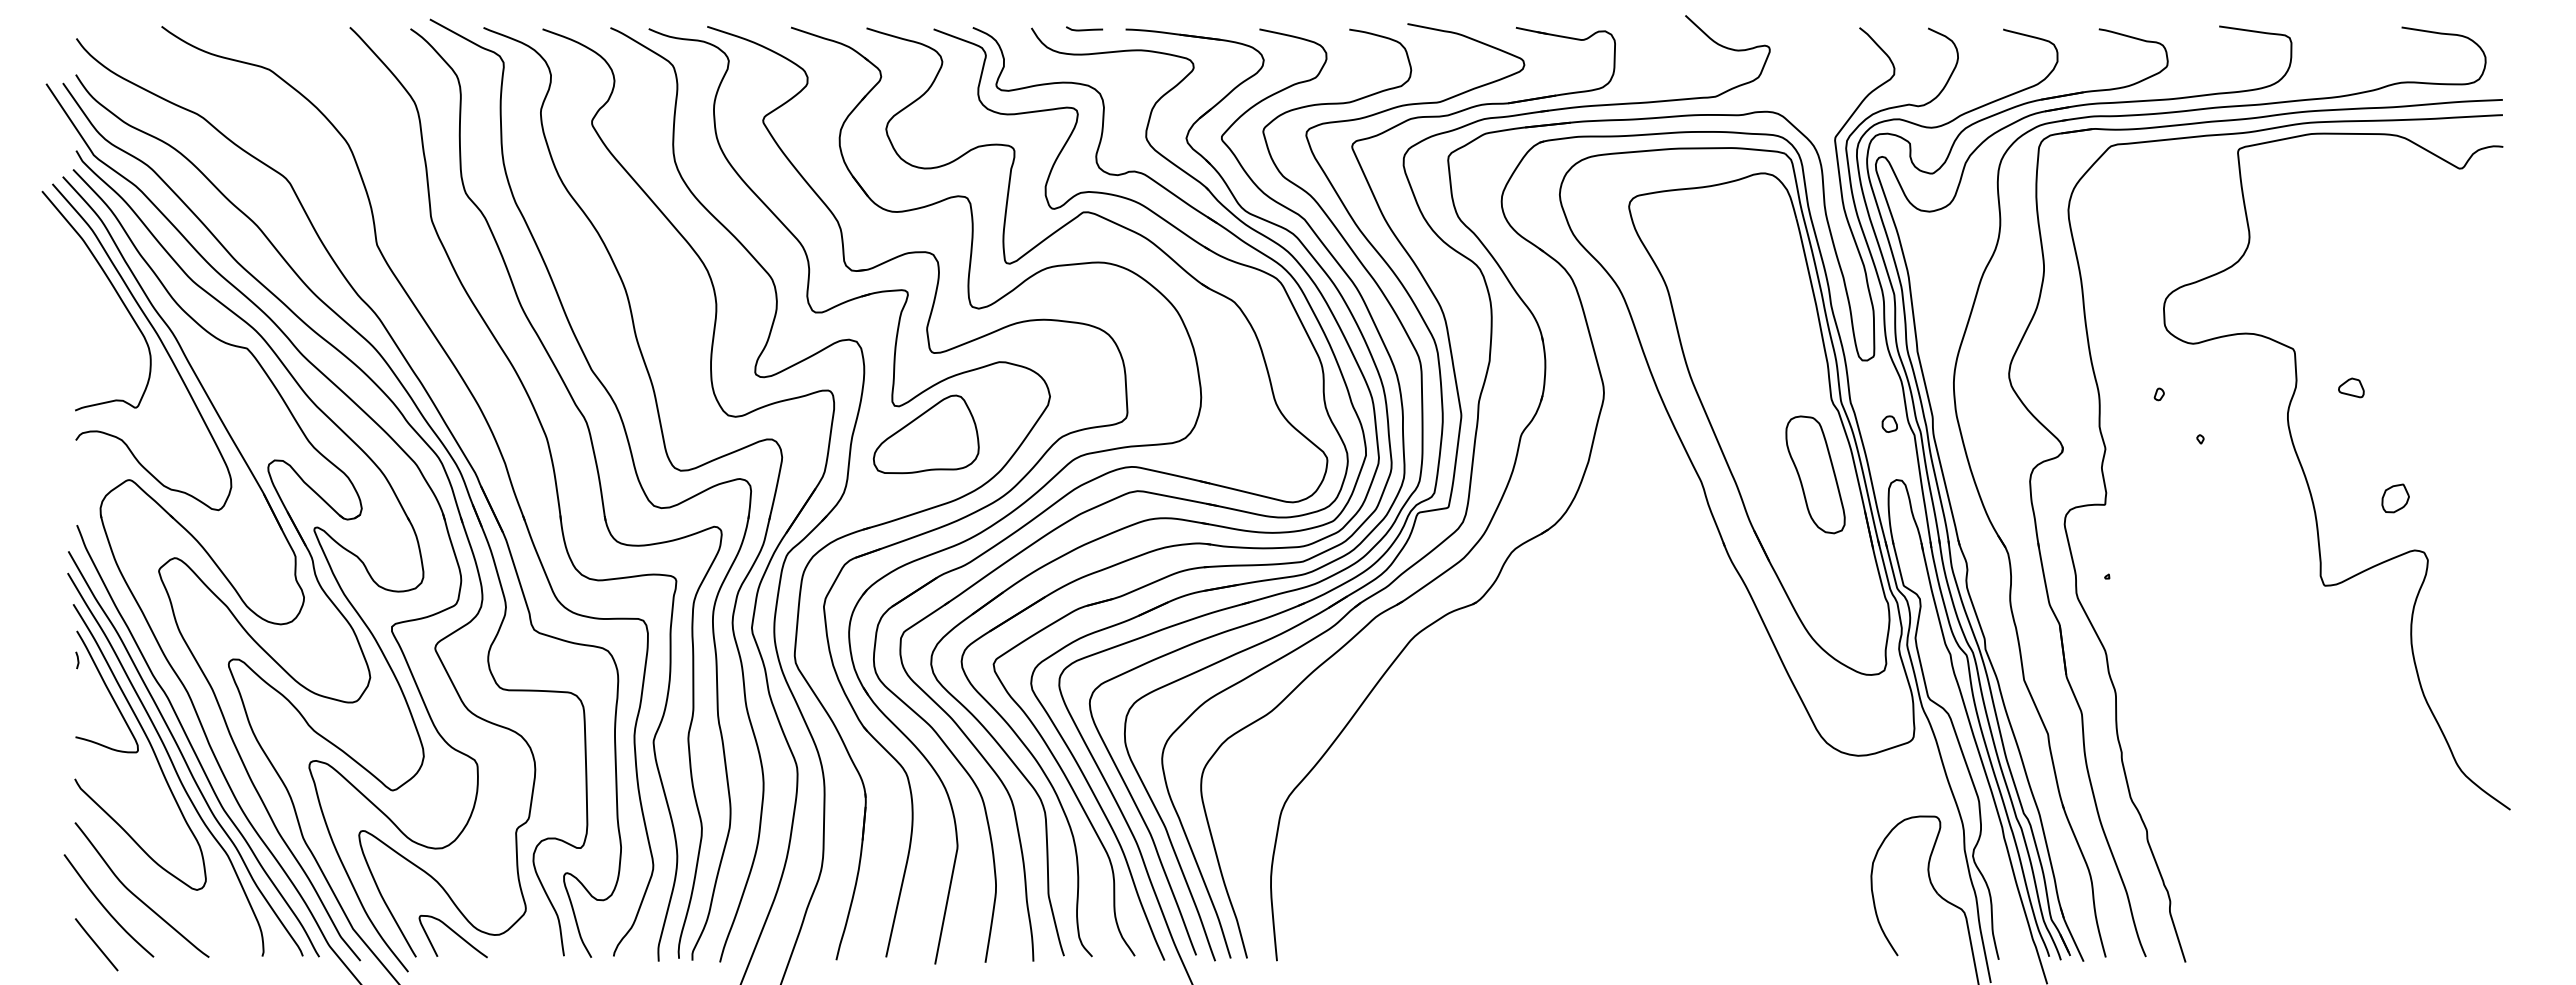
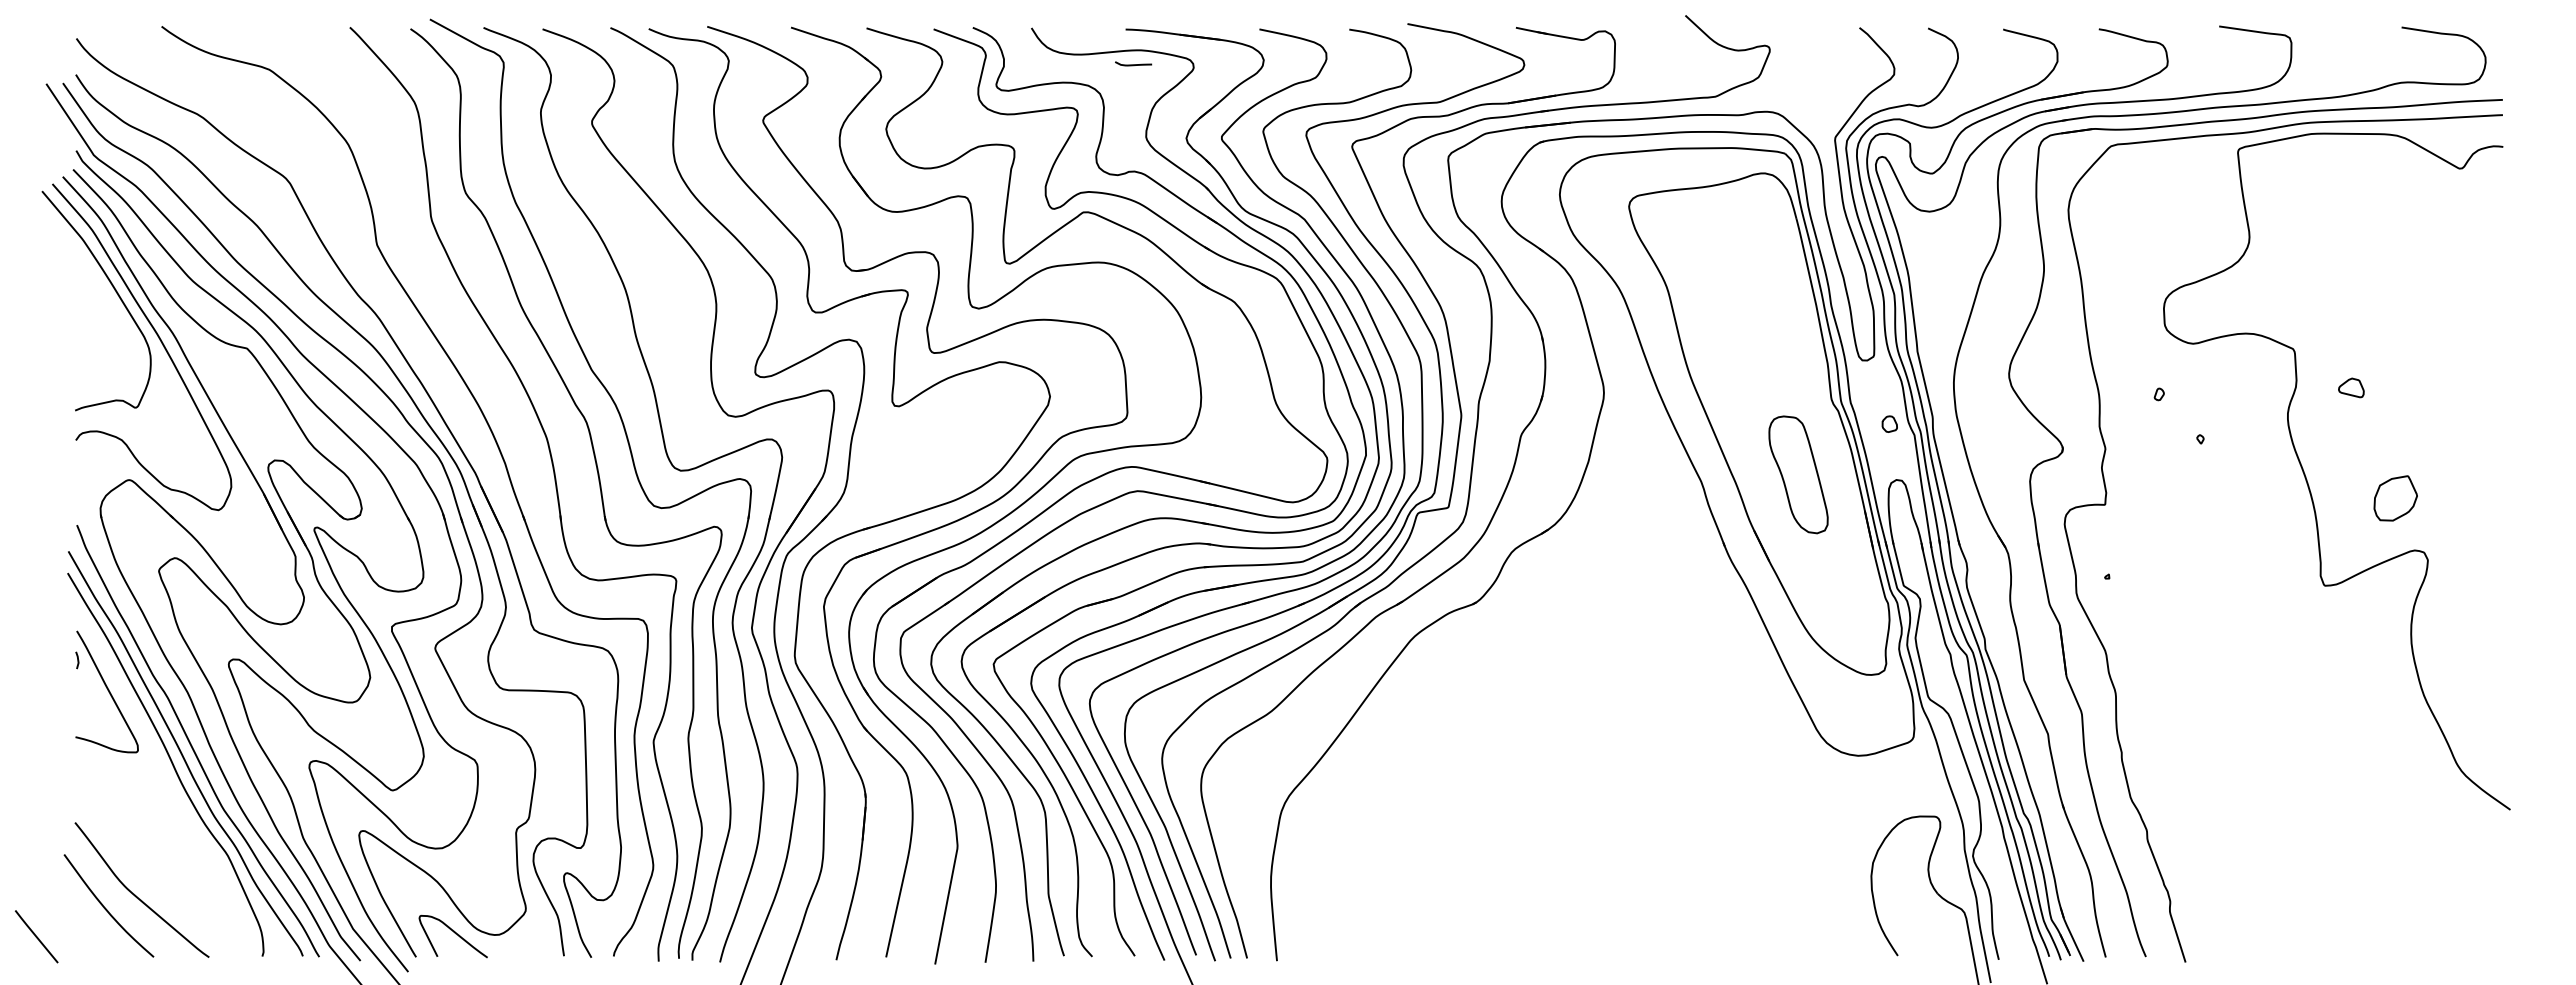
curve at (1084, 29) position: (1084, 29) -> (1133, 64)
part at (926, 434): present -> none
part at (1815, 474) position: (1815, 474) -> (1798, 474)
part at (2395, 498) size: 29x31 px -> 45x47 px
curve at (148, 742): present -> none
line at (96, 944) position: (96, 944) -> (36, 936)
